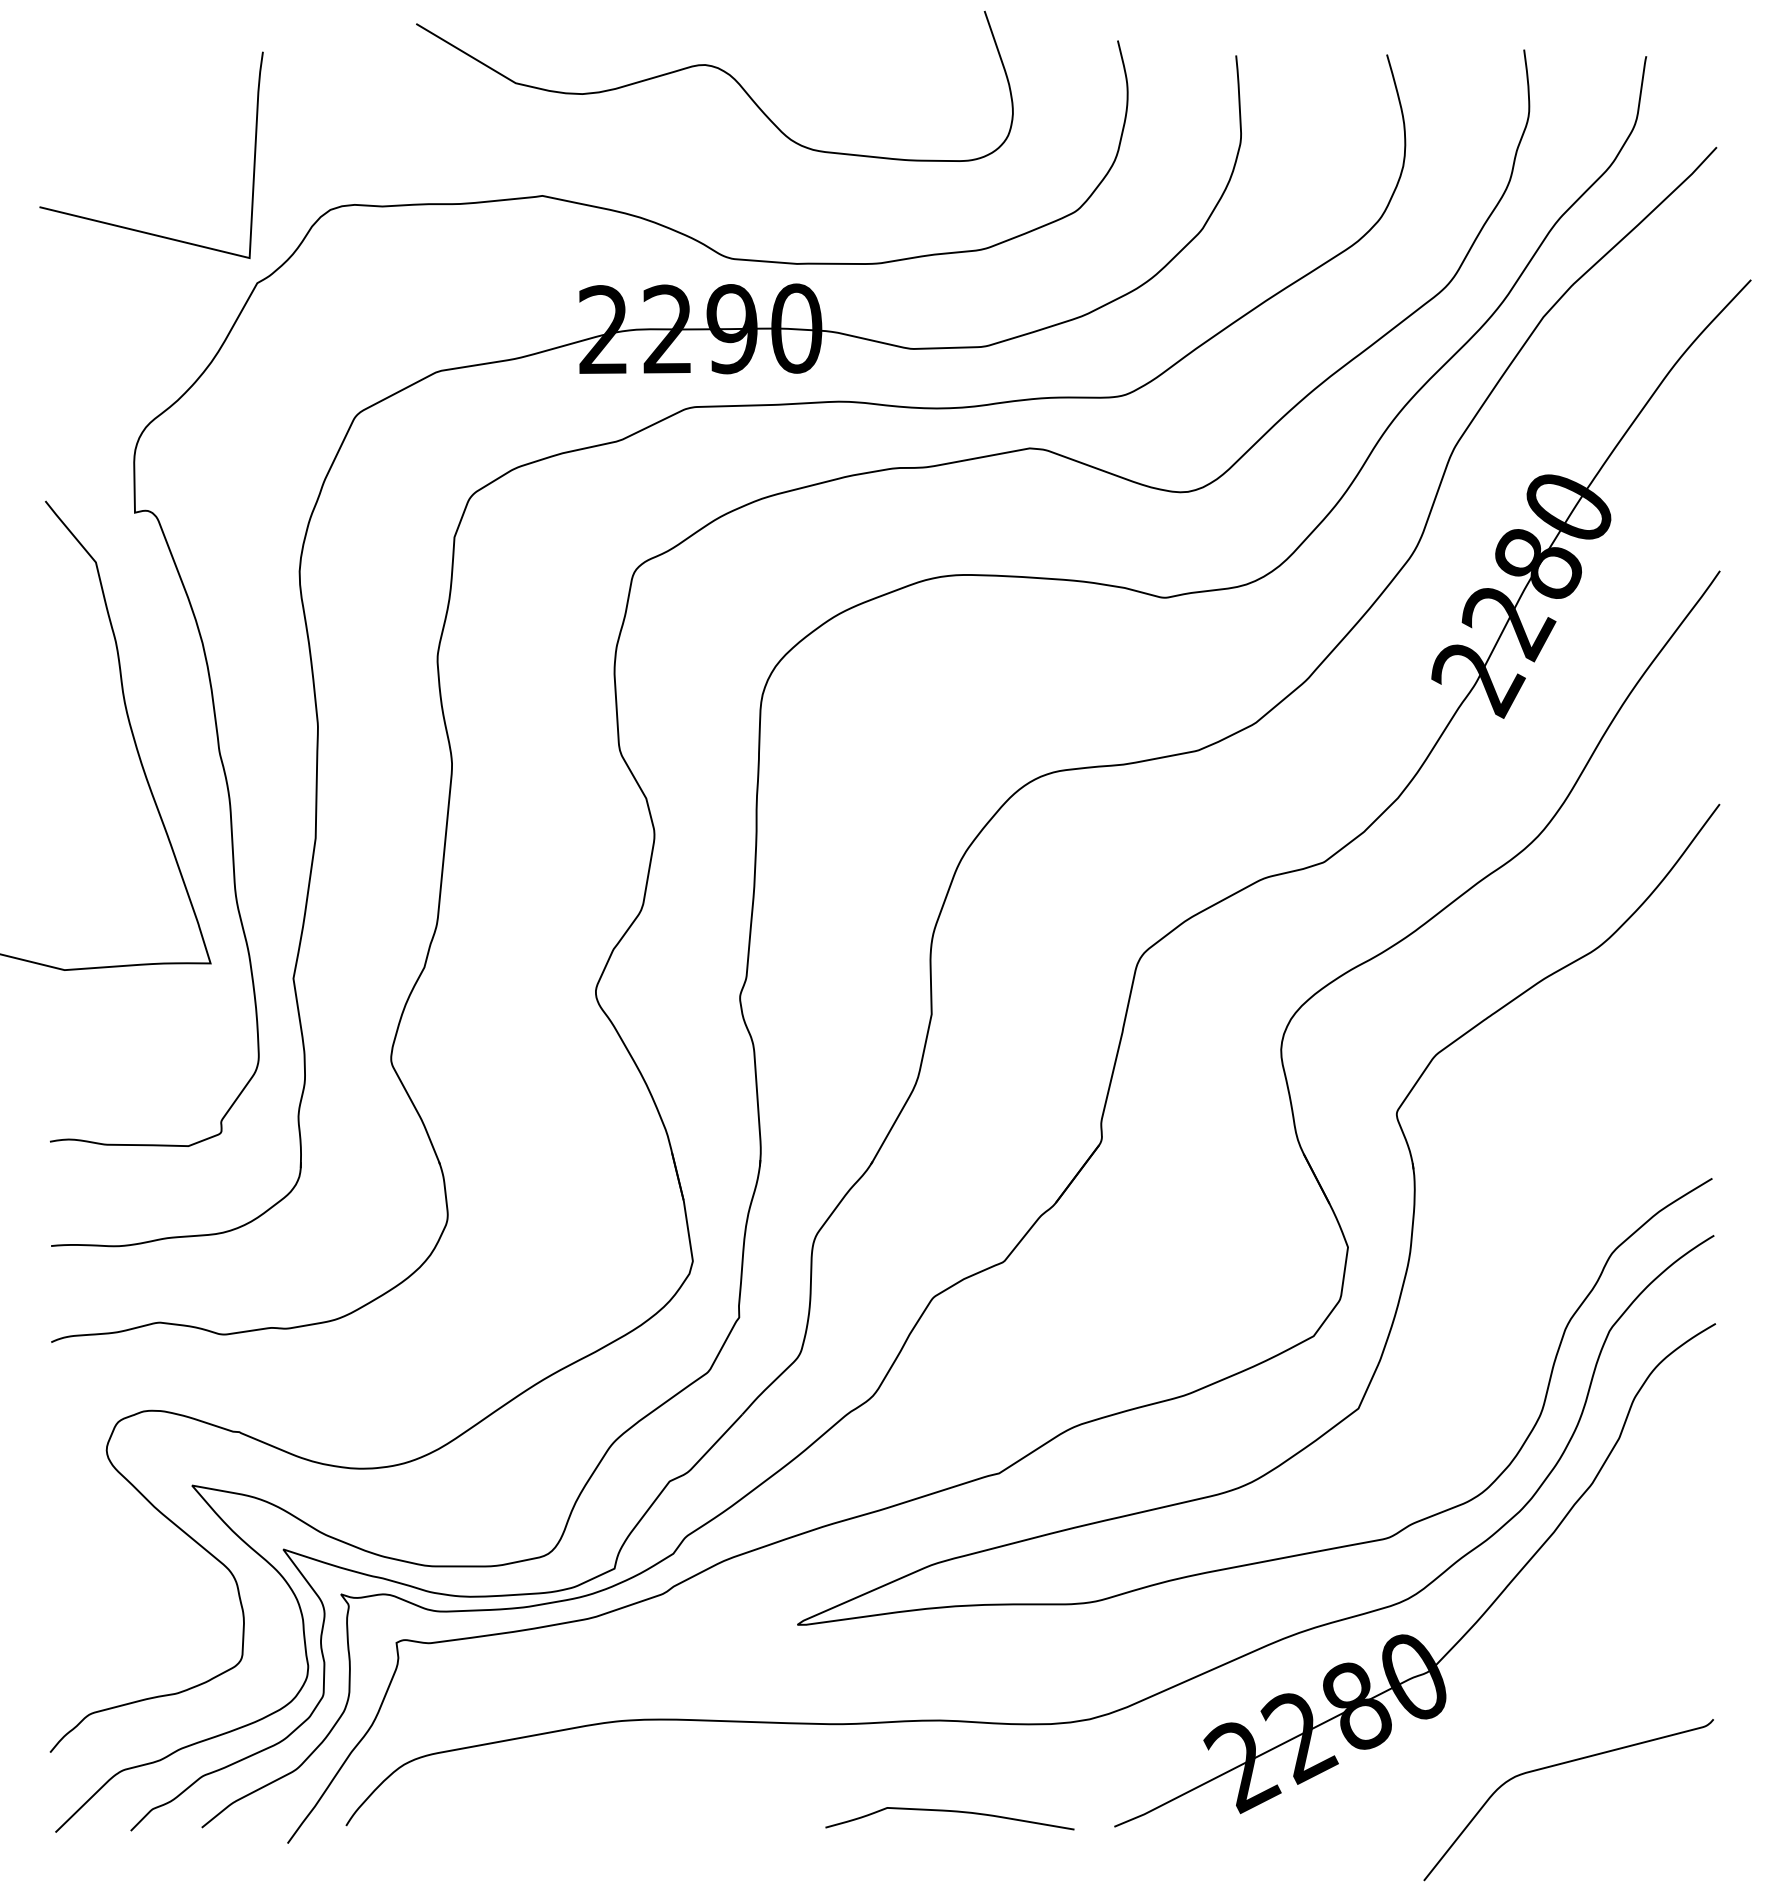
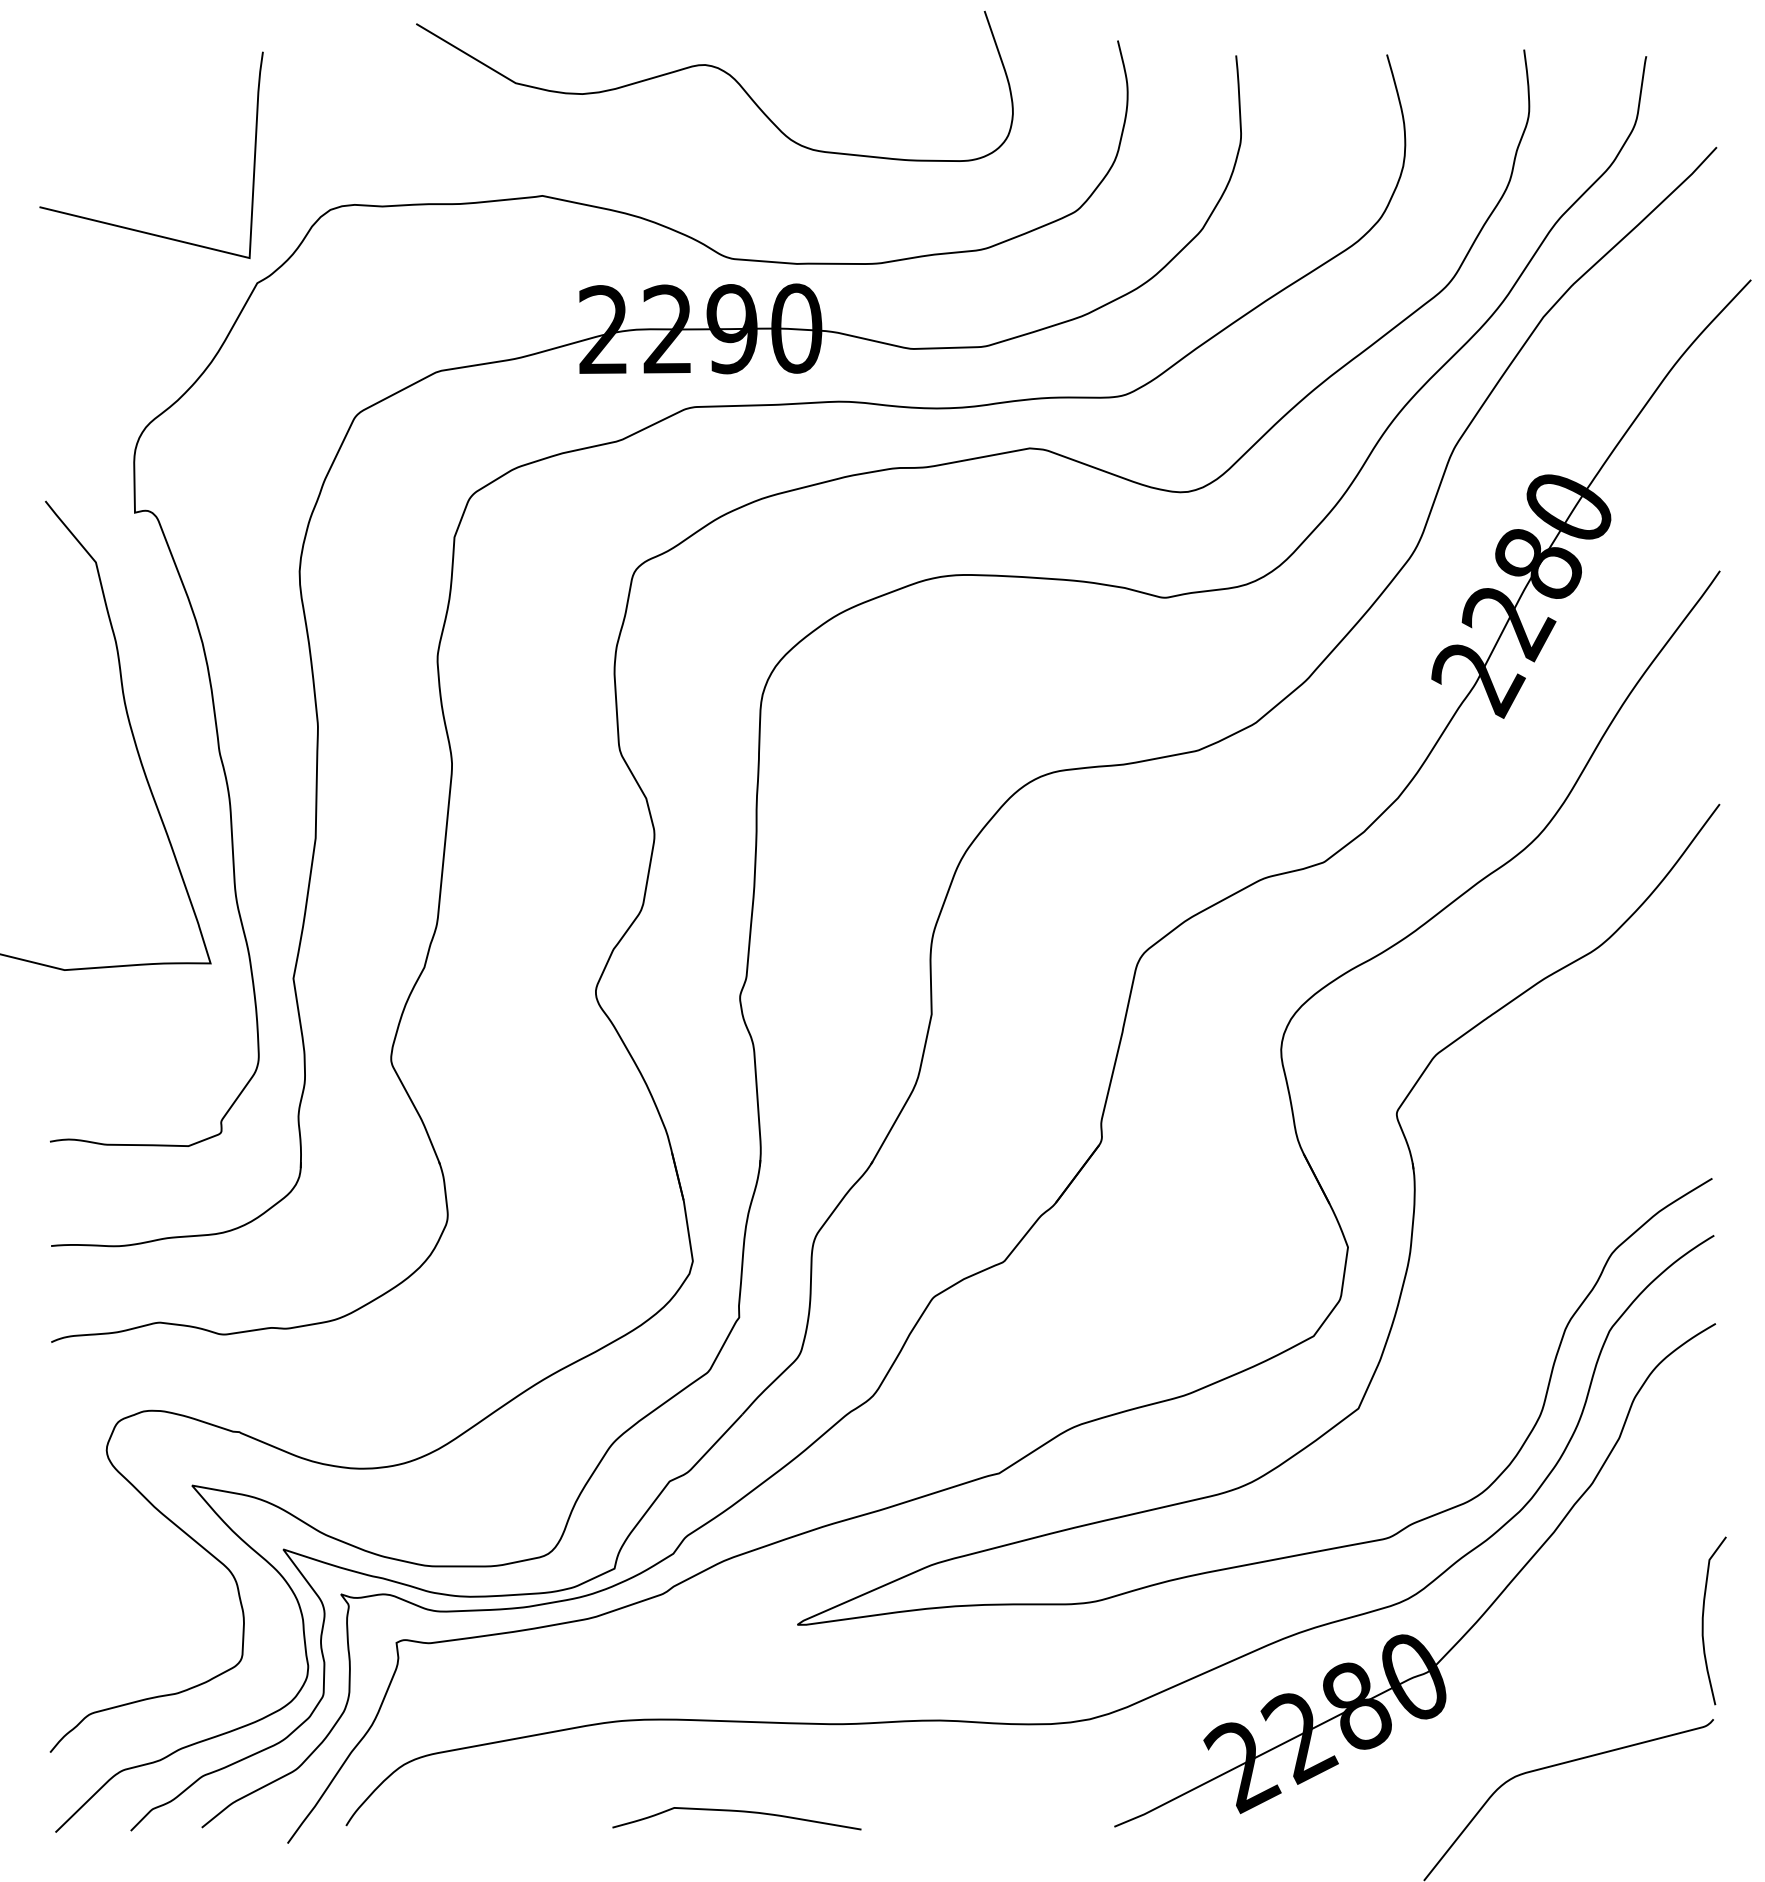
curve at (1703, 1620): none -> present
curve at (952, 1812) position: (952, 1812) -> (739, 1812)
